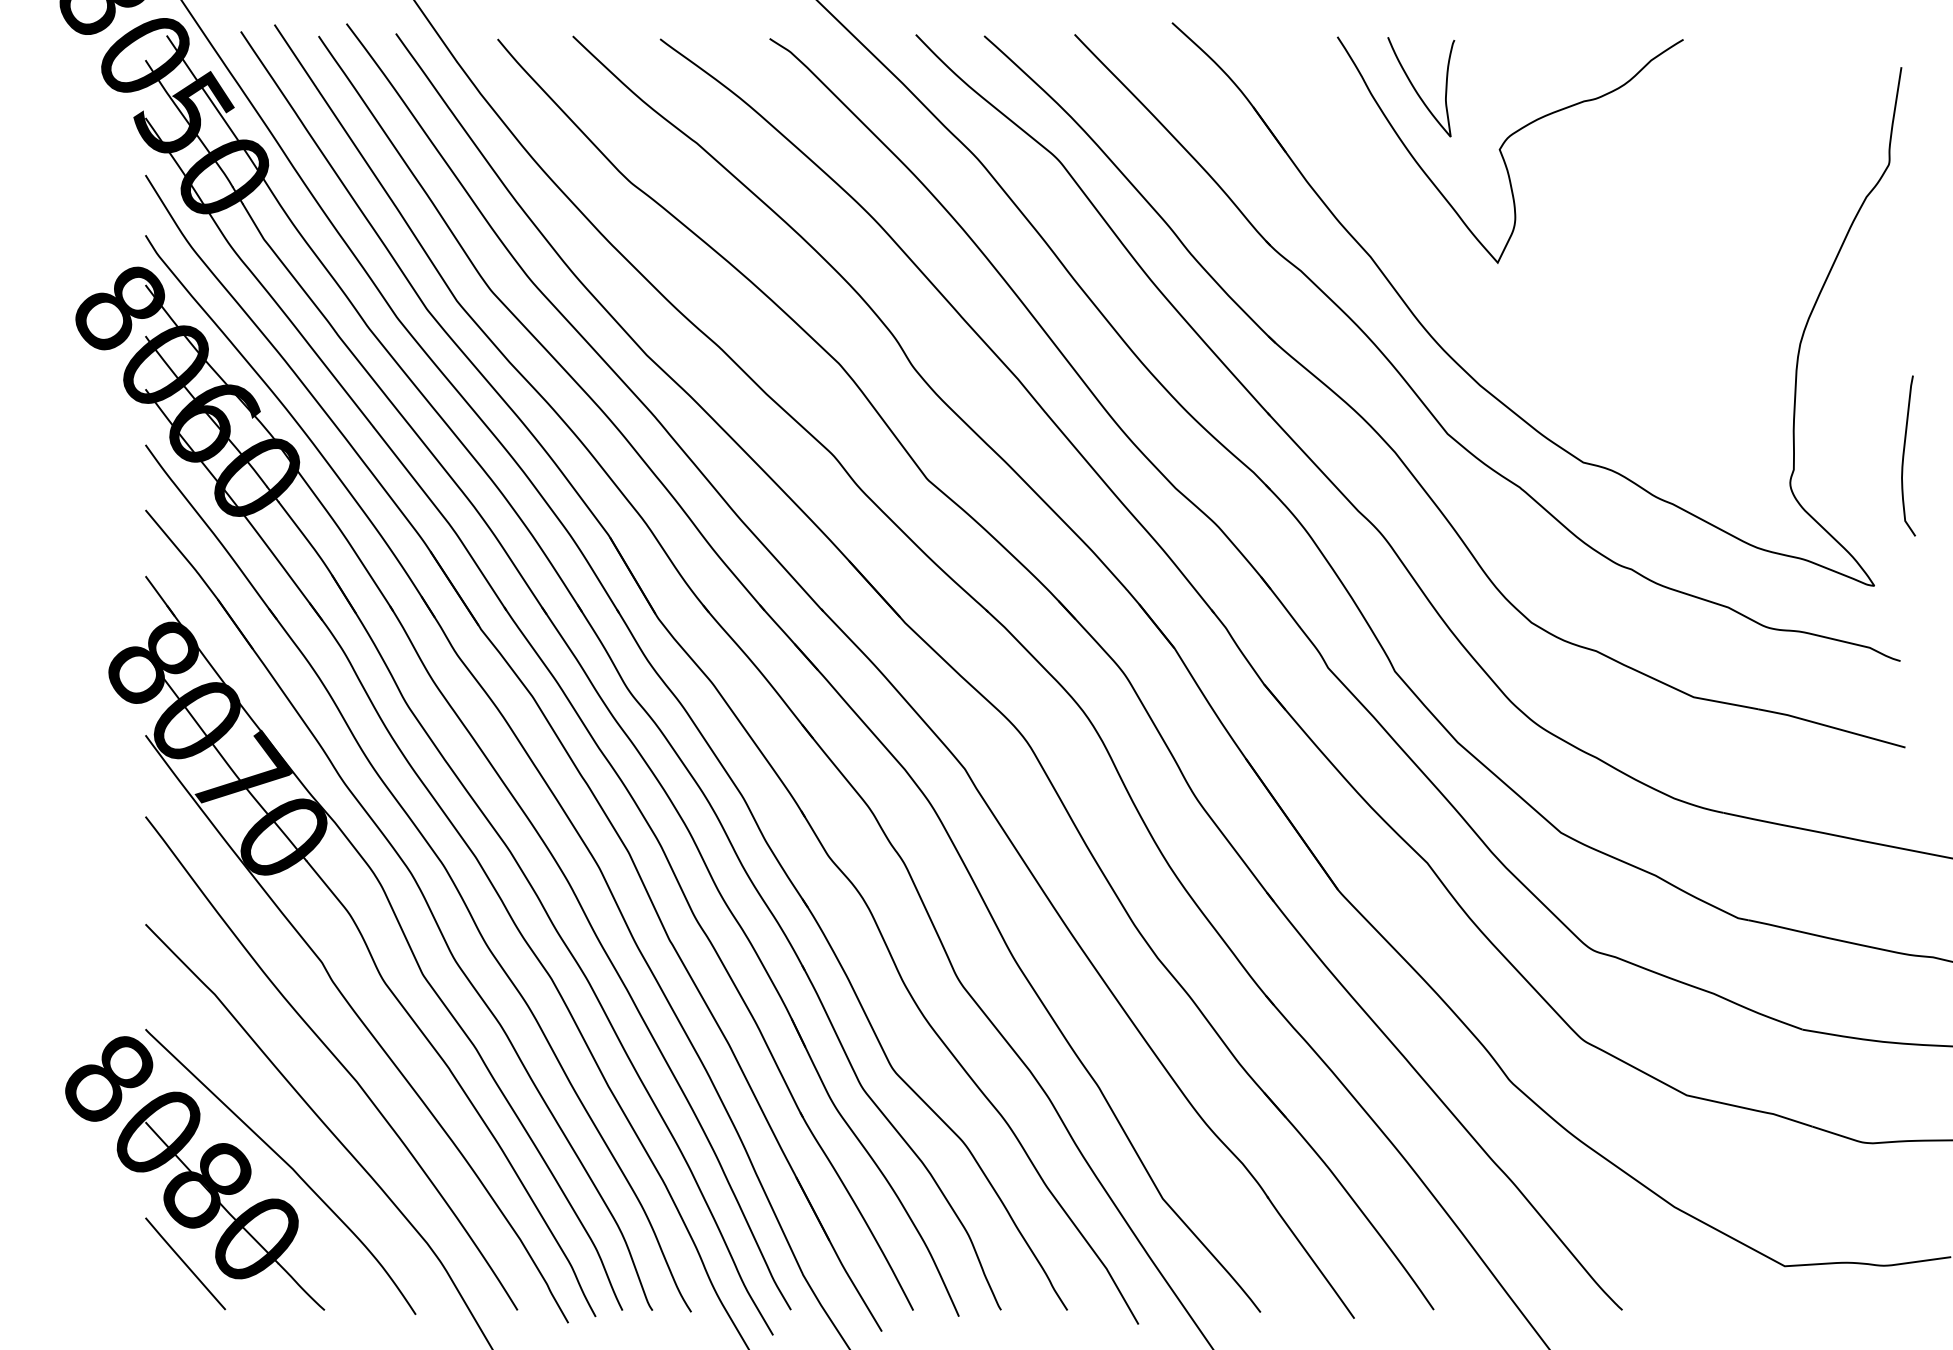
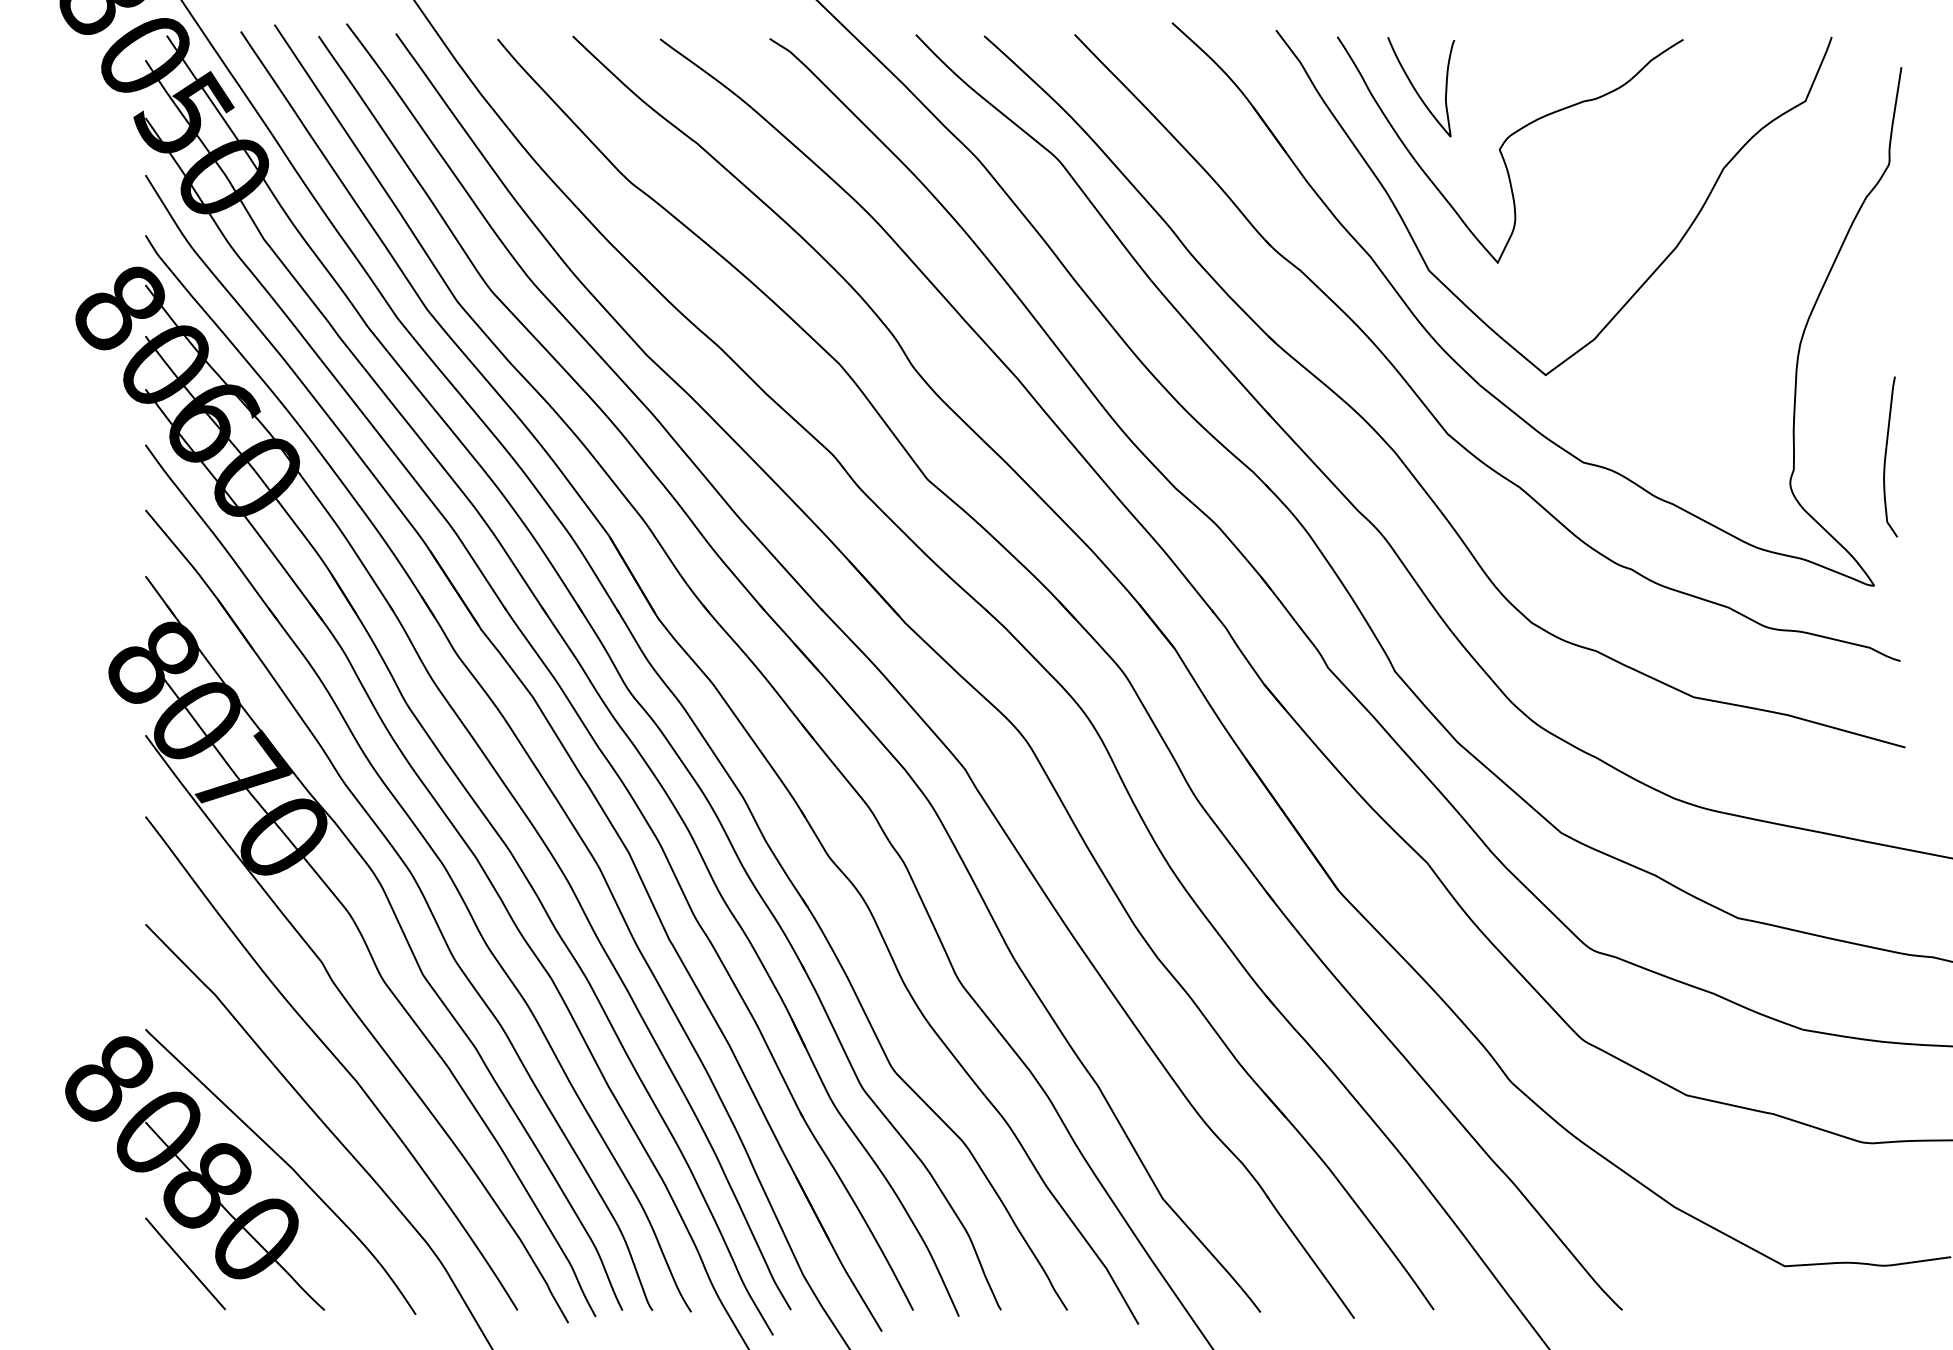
curve at (1641, 284): none -> present
curve at (1904, 455) position: (1904, 455) -> (1886, 456)
